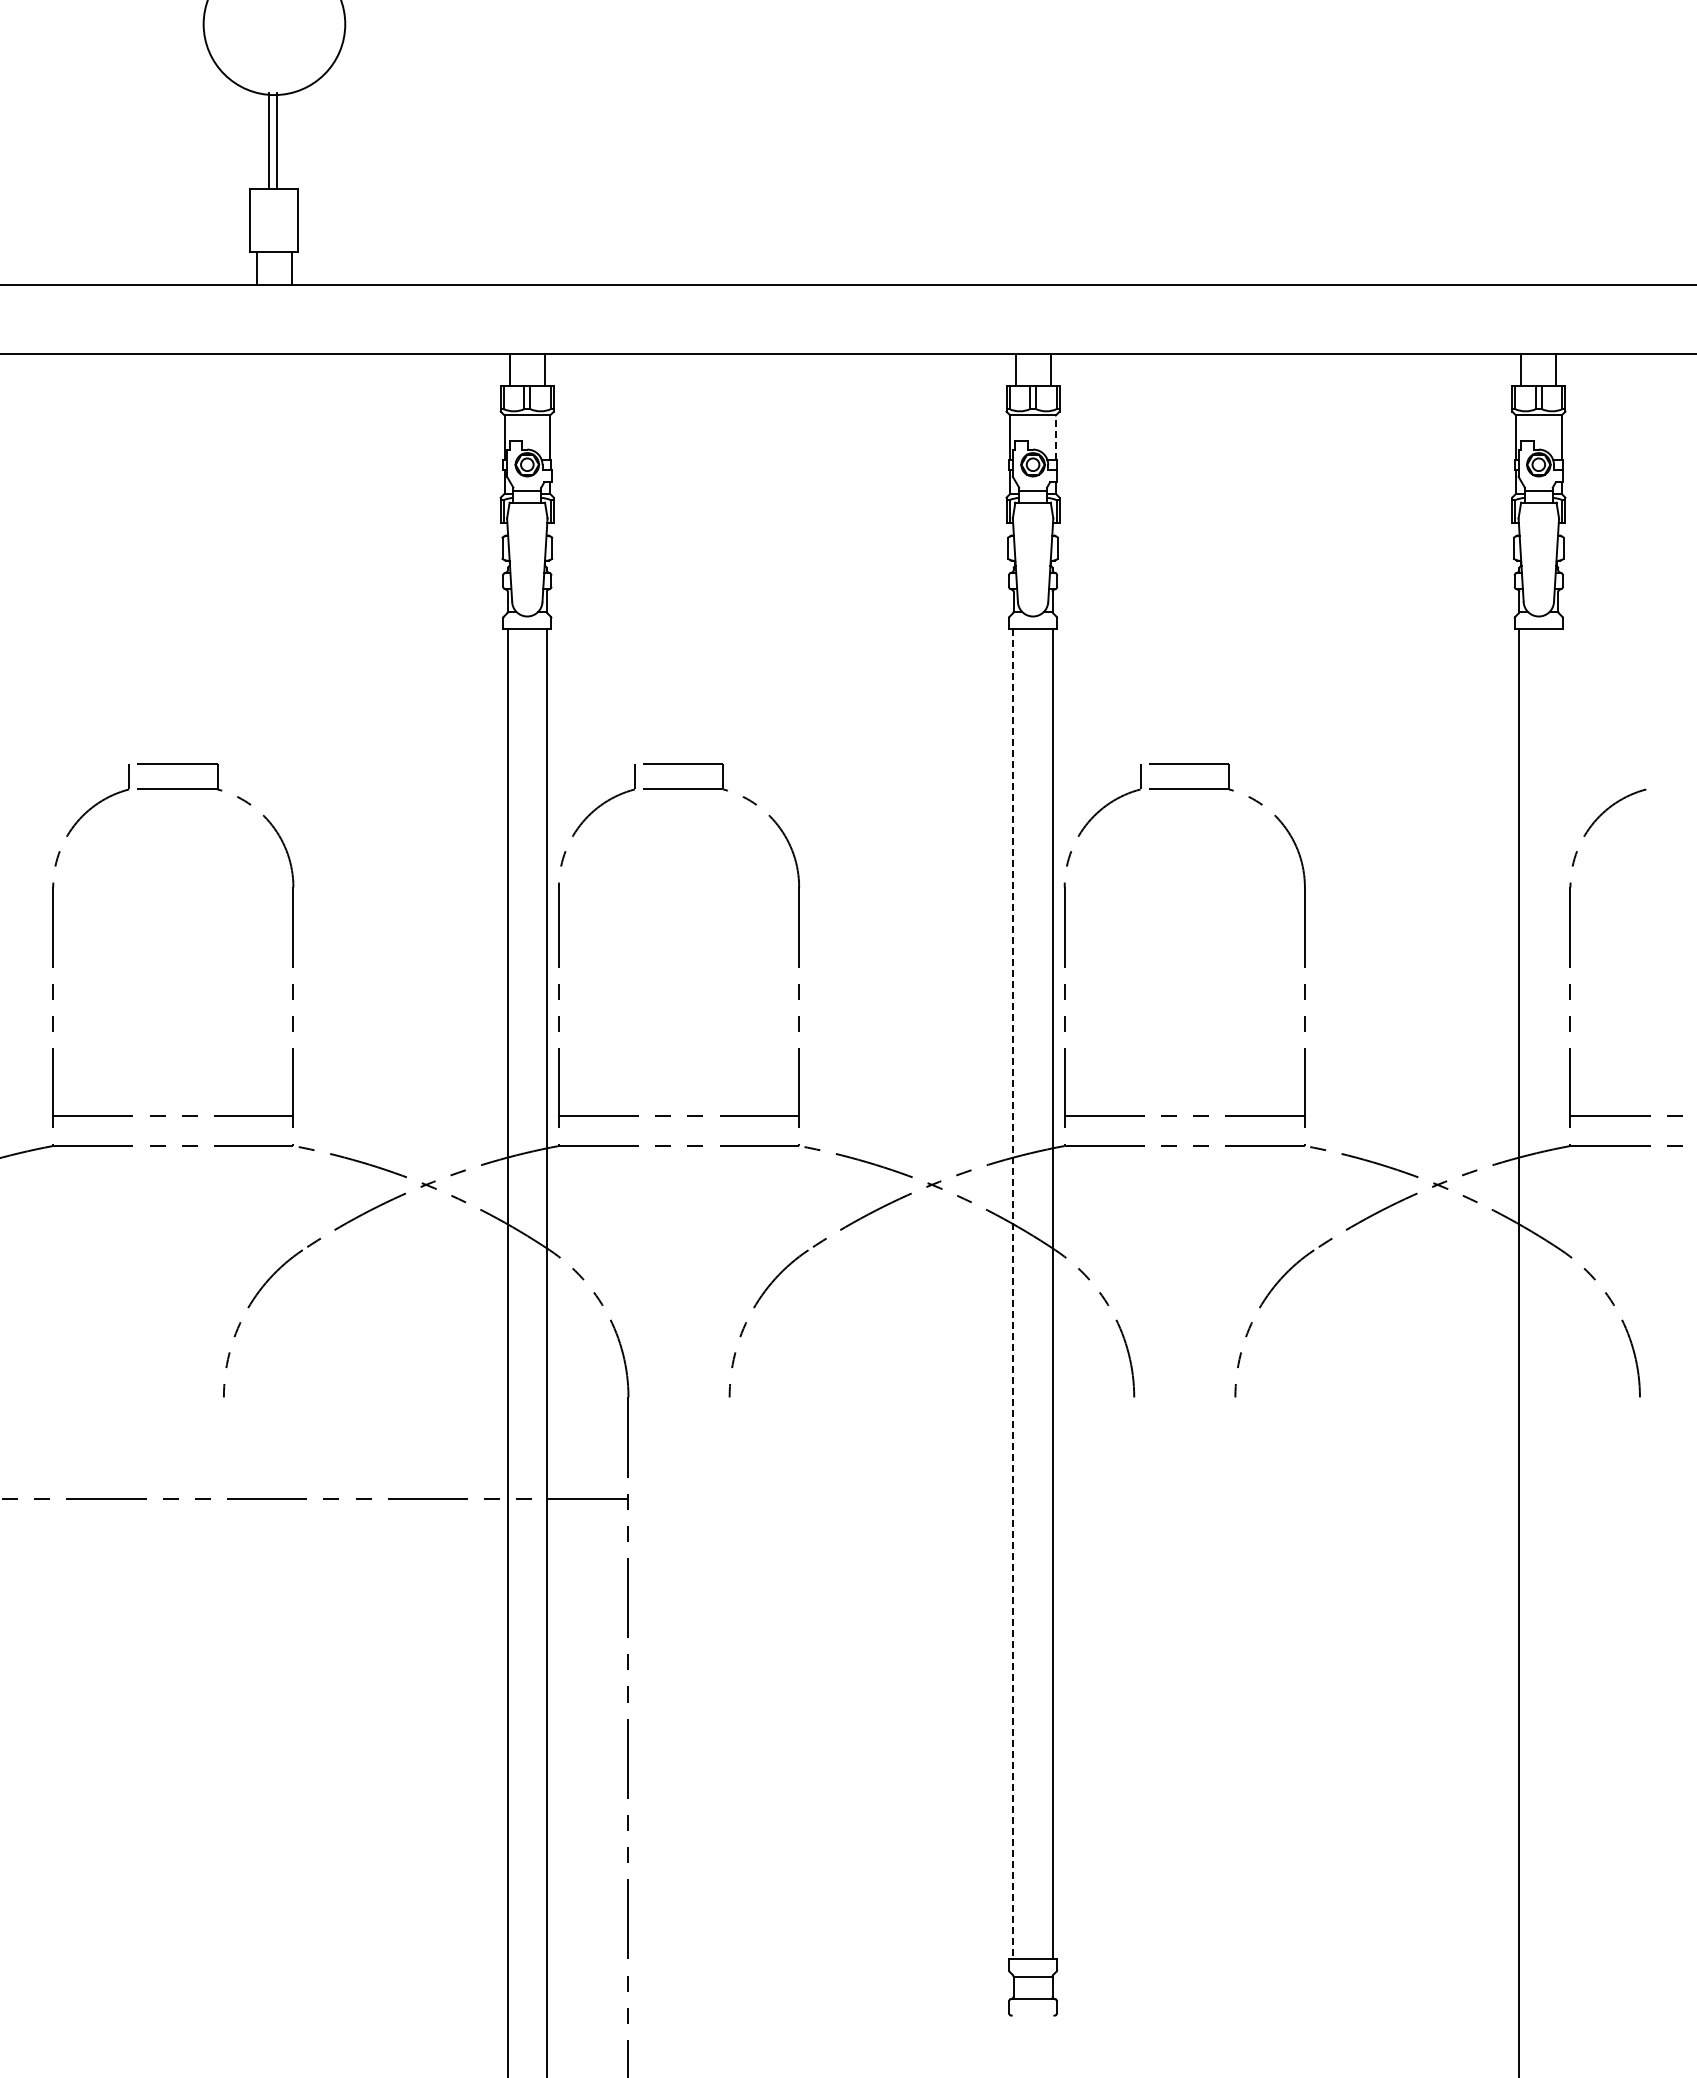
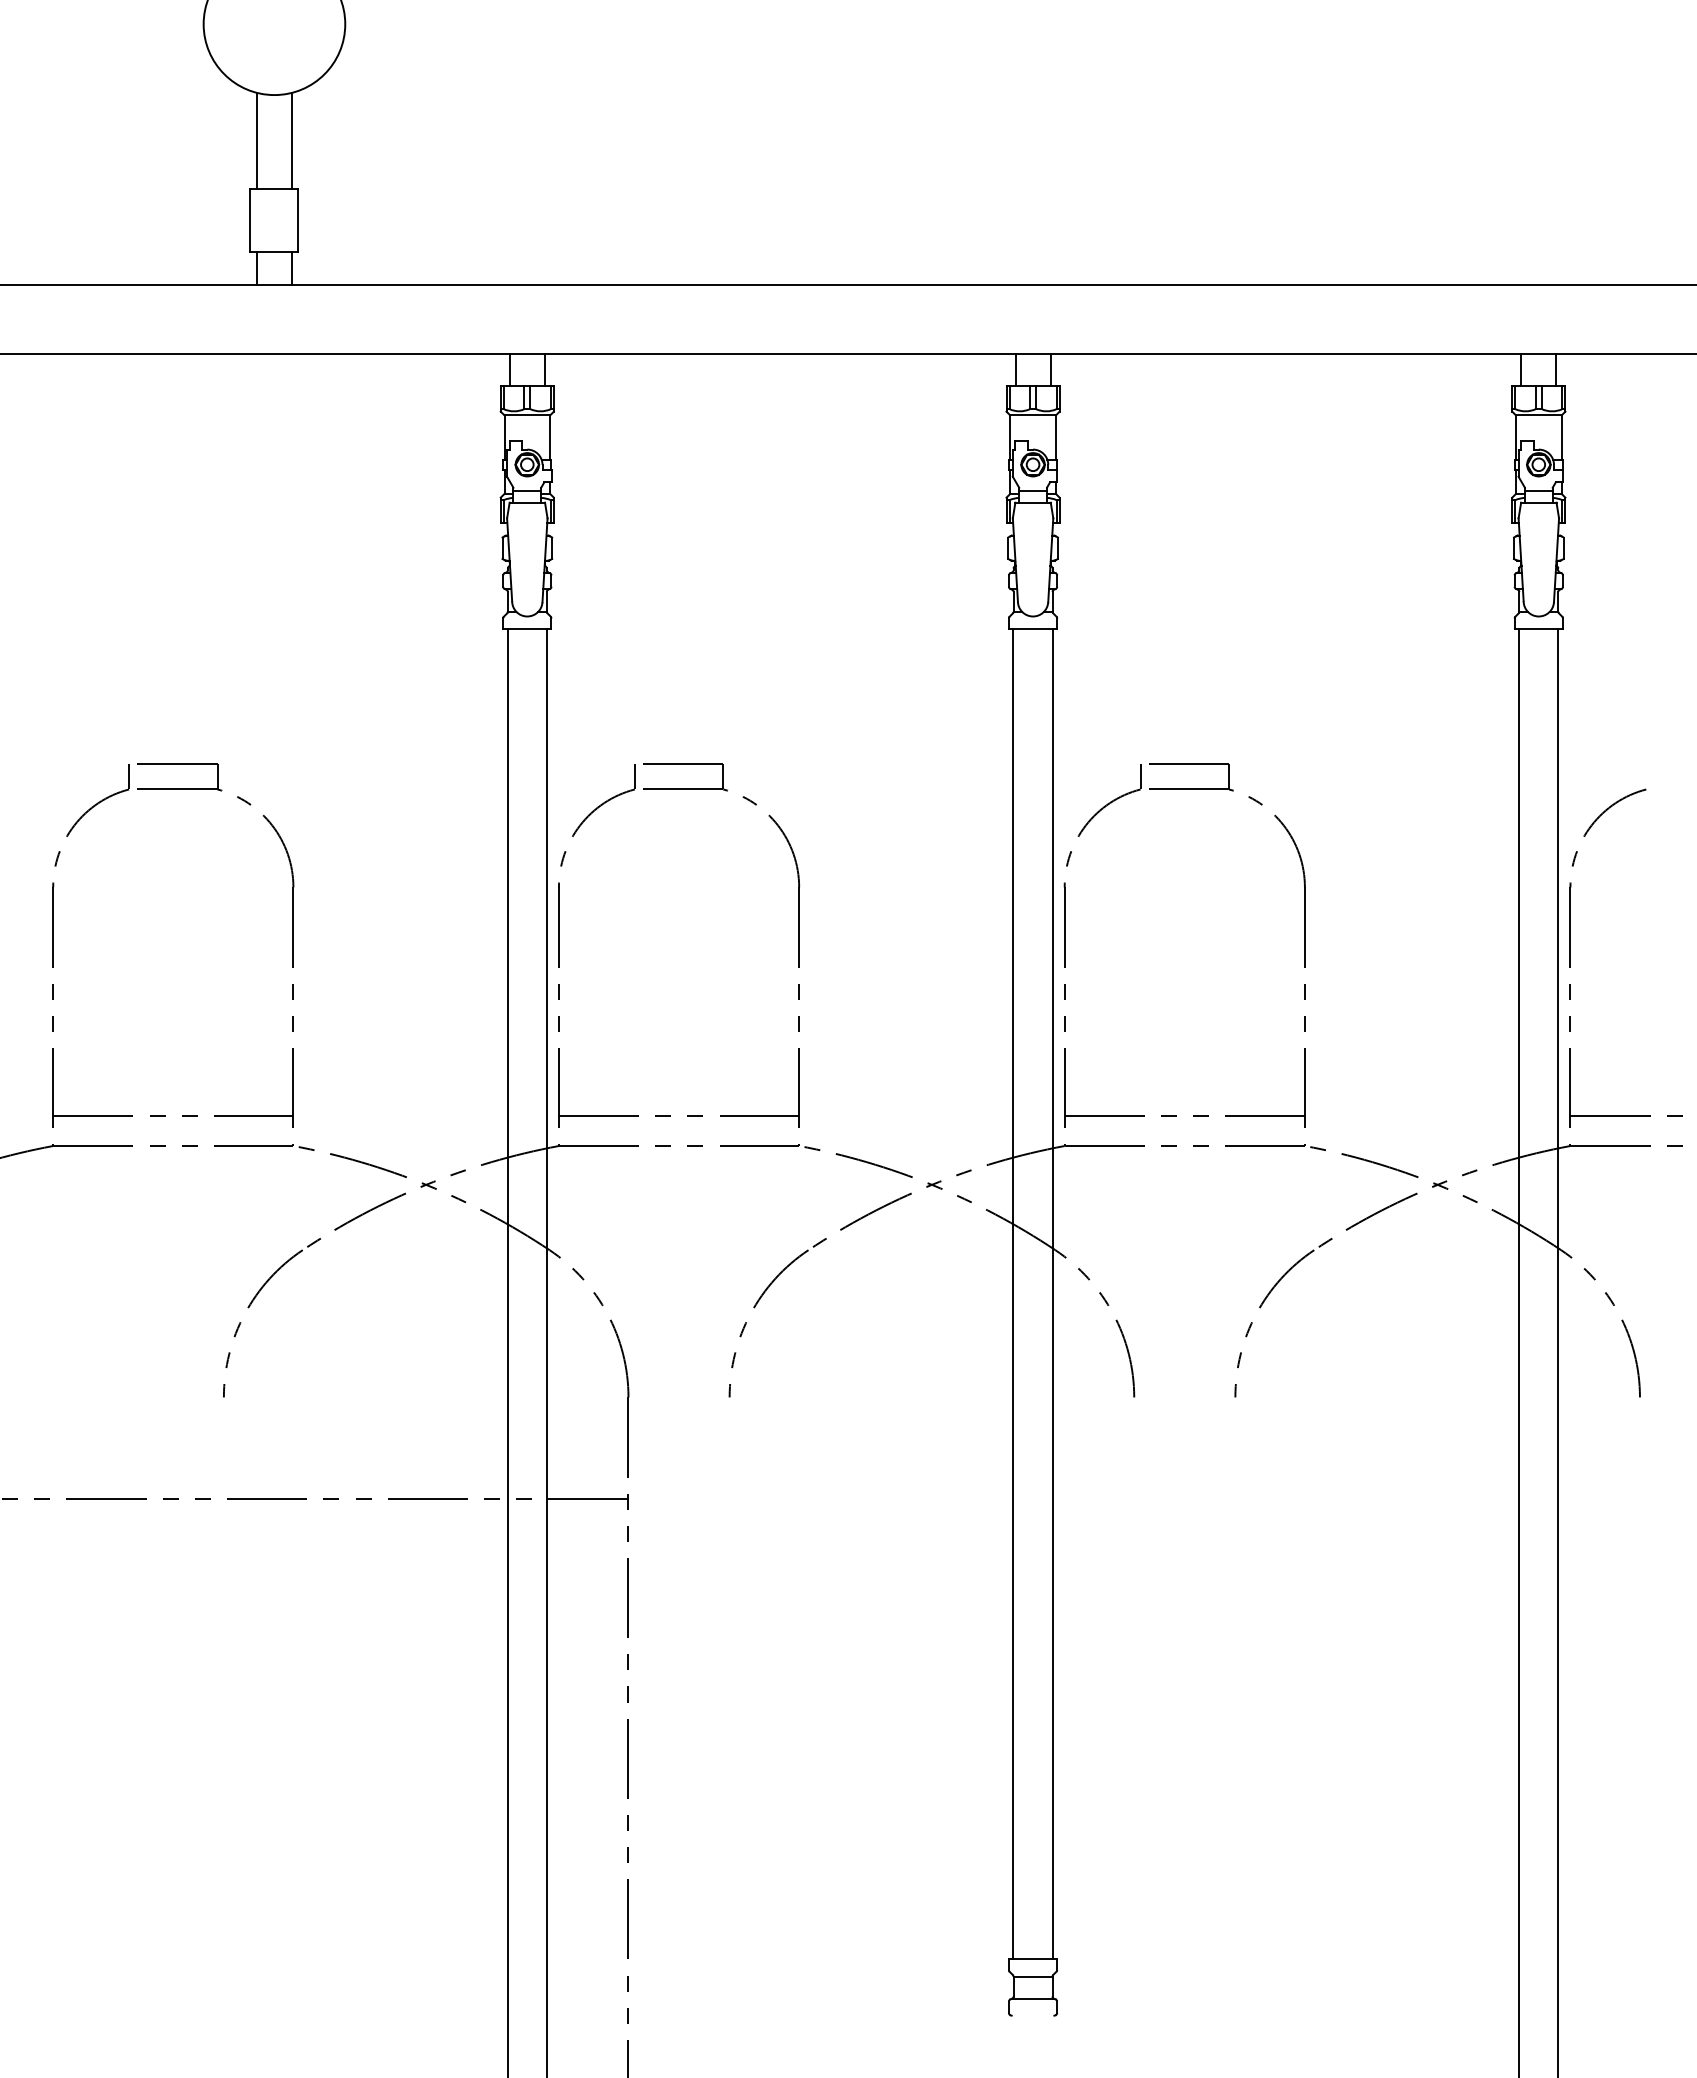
line at (269, 140) position: (269, 140) -> (257, 140)
line at (276, 140) position: (276, 140) -> (291, 140)
line at (1055, 437): dashed -> solid
line at (1013, 1294): dashed -> solid
line at (1558, 1351): none -> present
